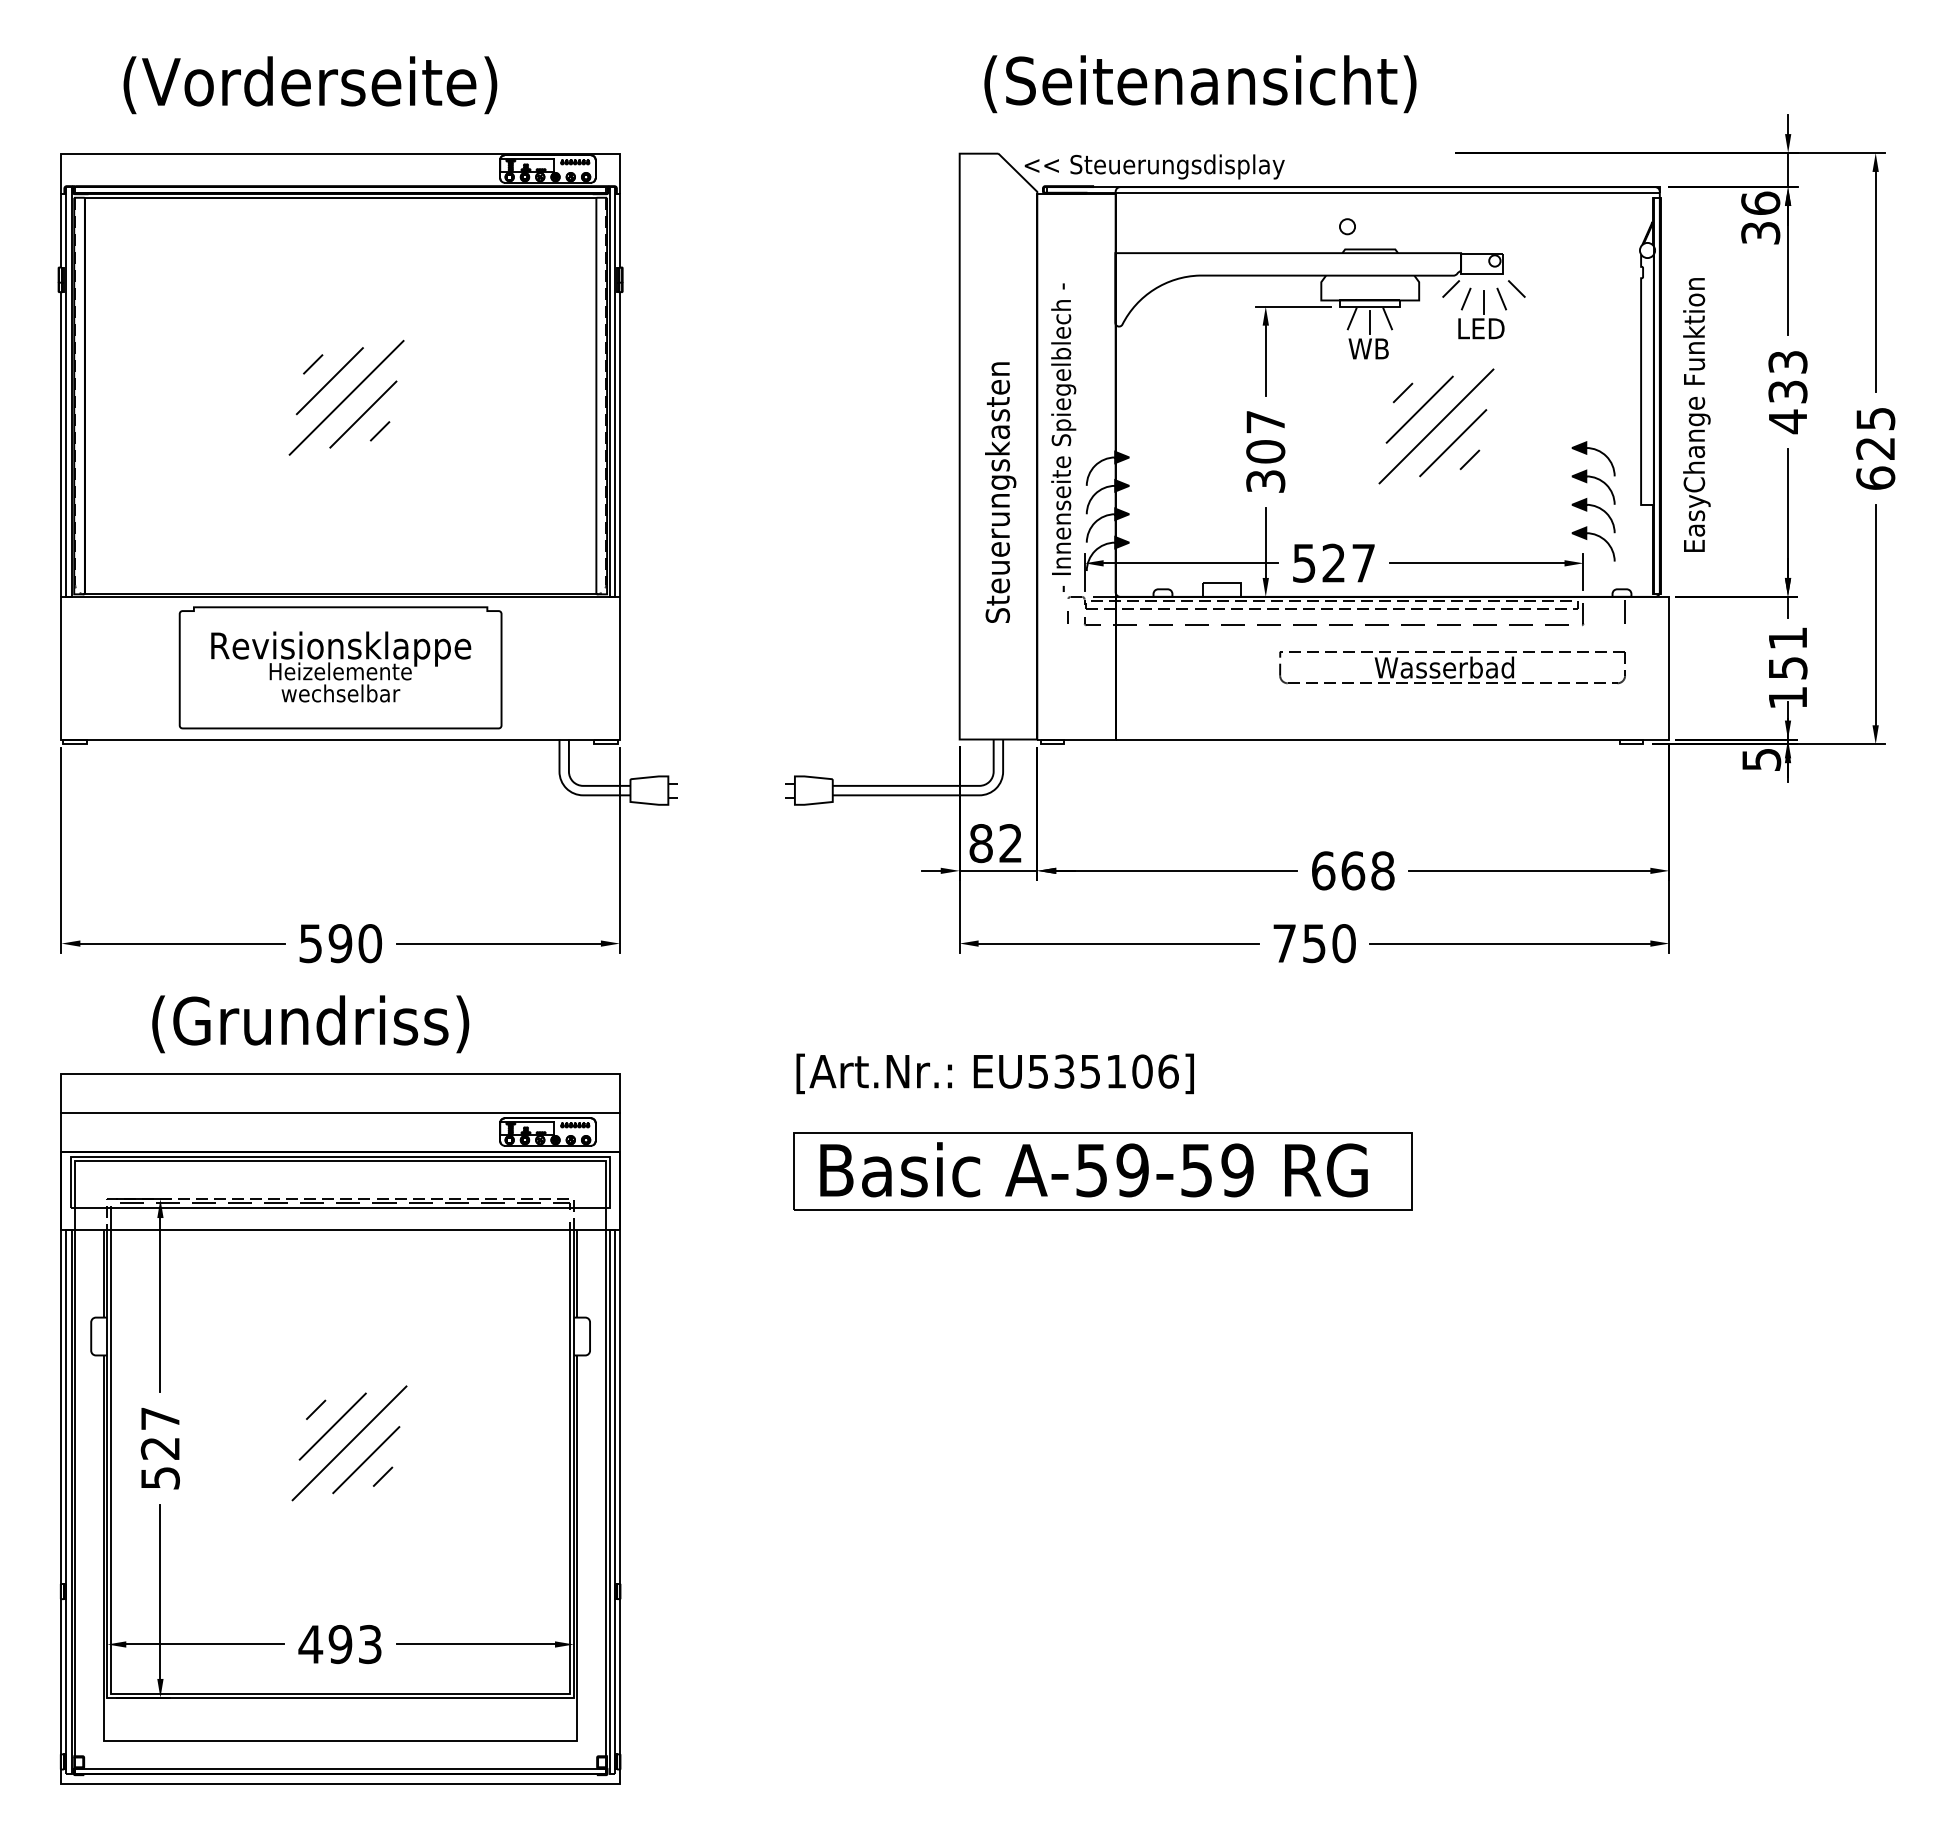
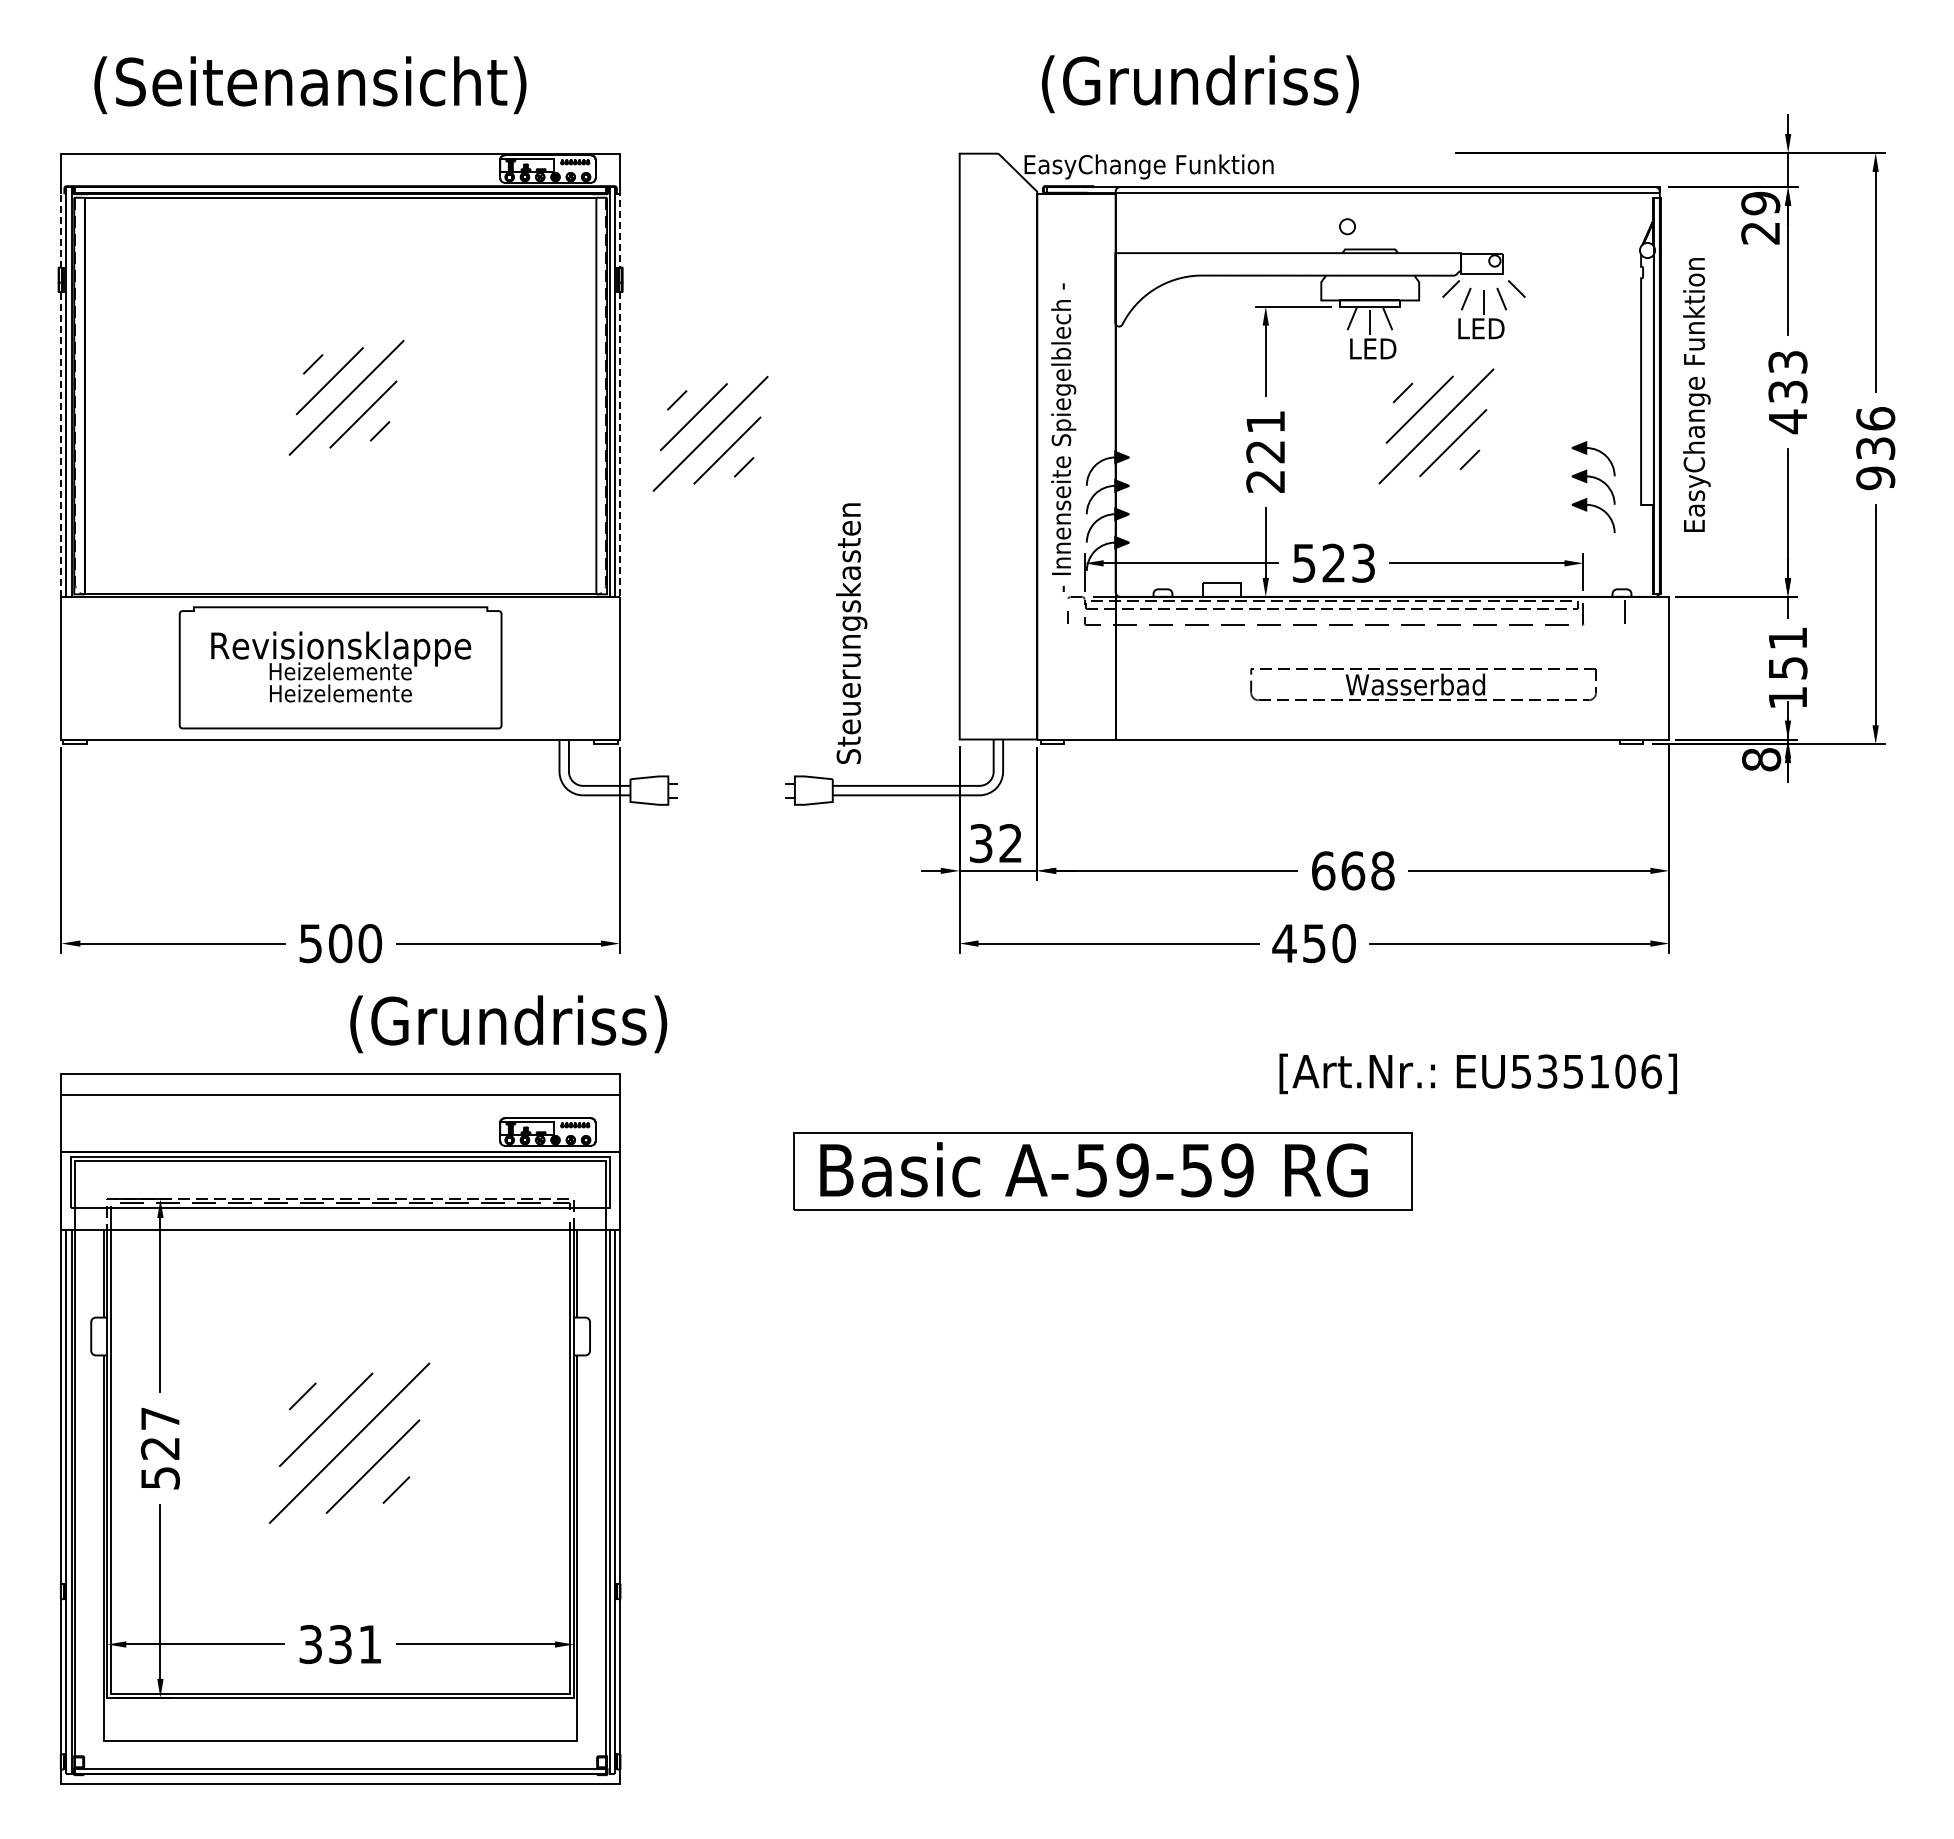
text at (1200, 84): (Seitenansicht) -> (Grundriss)
text at (310, 85): (Vorderseite) -> (Seitenansicht)
text at (1154, 166): << Steuerungsdisplay -> EasyChange Funktion
text at (1760, 217): 36 -> 29
line at (61, 227): solid -> dashed
line at (619, 227): solid -> dashed
text at (1372, 348): WB -> LED
text at (1696, 414) position: (1696, 414) -> (1696, 394)
part at (710, 433): none -> present
line at (61, 444): solid -> dashed
line at (619, 445): solid -> dashed
text at (1875, 448): 625 -> 936
text at (1265, 451): 307 -> 221
text at (1000, 492) position: (1000, 492) -> (851, 633)
part at (1587, 539): present -> none
text at (1363, 562): 527 -> 523
part at (1452, 667) position: (1452, 667) -> (1423, 684)
text at (340, 693): wechselbar -> Heizelemente
text at (1761, 759): 5 -> 8
text at (980, 843): 82 -> 32
text at (340, 943): 590 -> 500
text at (1284, 943): 750 -> 450
text at (310, 1024) position: (310, 1024) -> (508, 1024)
text at (994, 1073) position: (994, 1073) -> (1477, 1073)
line at (340, 1113) position: (340, 1113) -> (340, 1095)
part at (349, 1443) size: 117x117 px -> 162x162 px
text at (339, 1644): 493 -> 331
